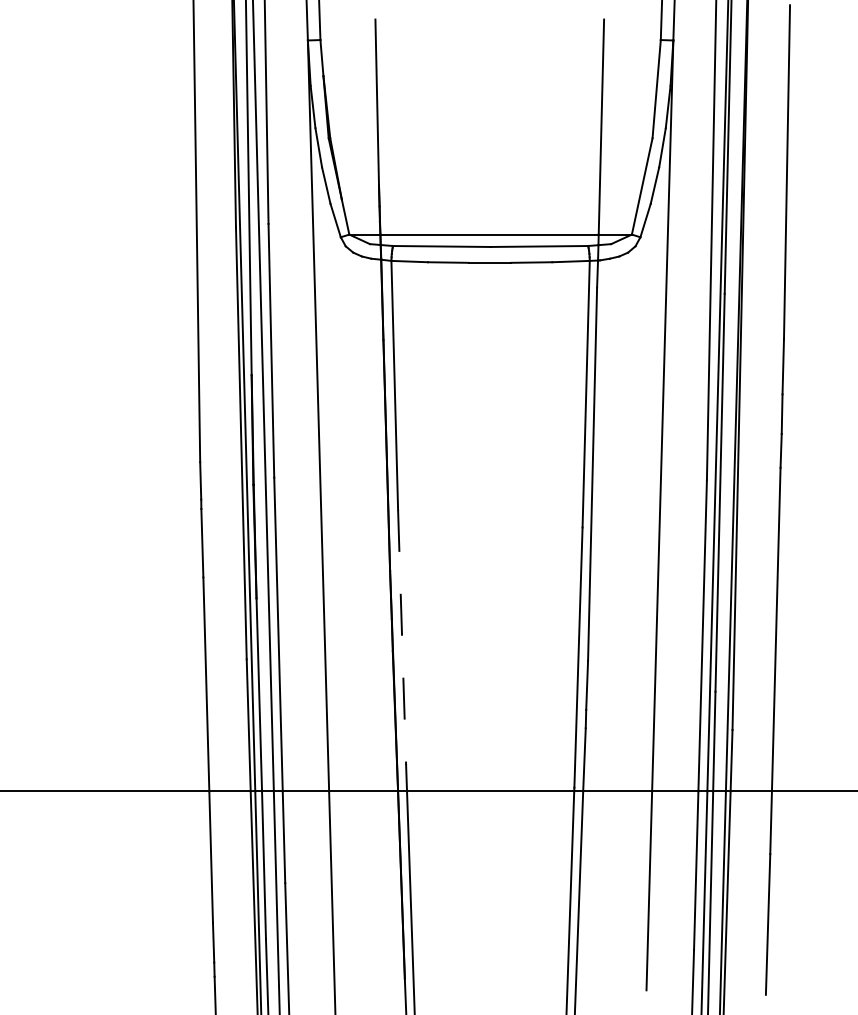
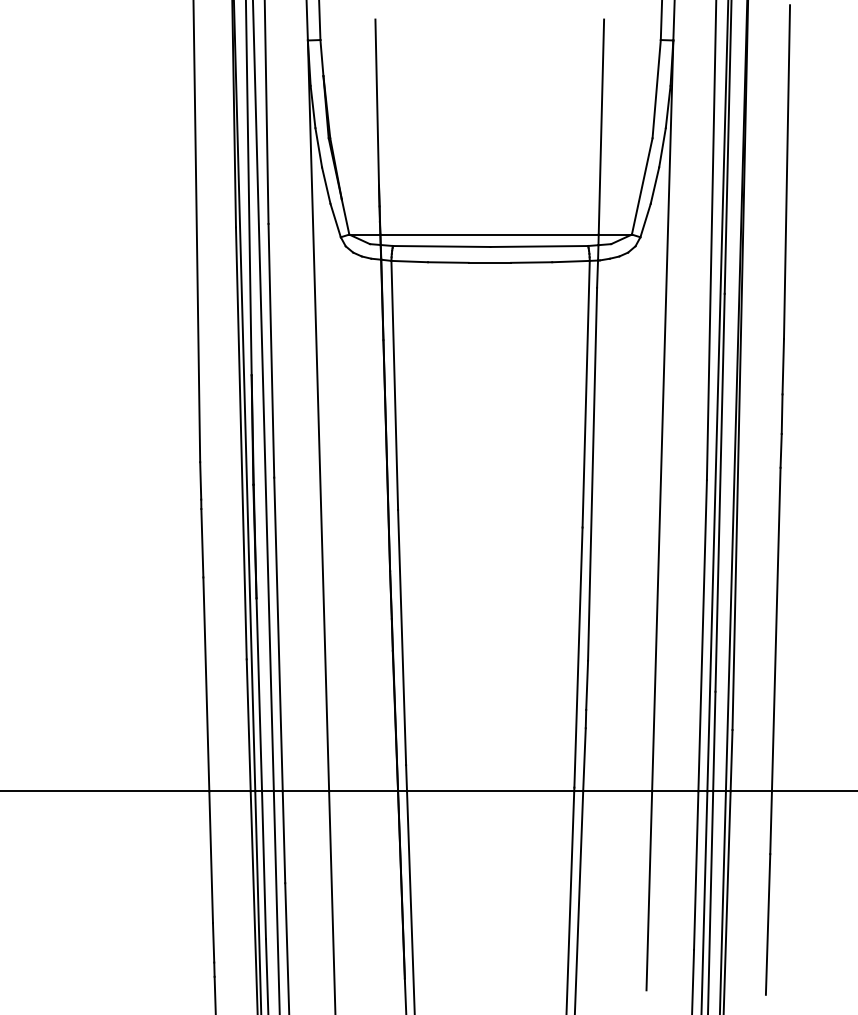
line at (402, 637): dashed -> solid
